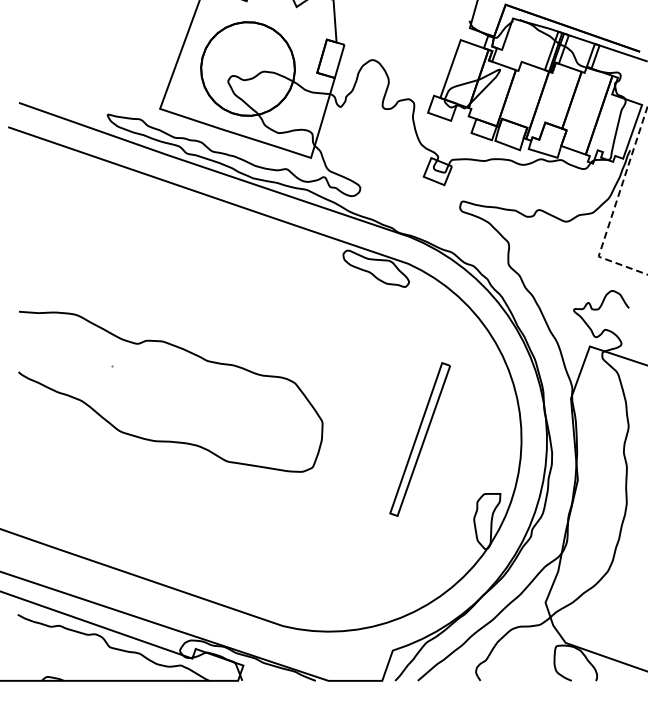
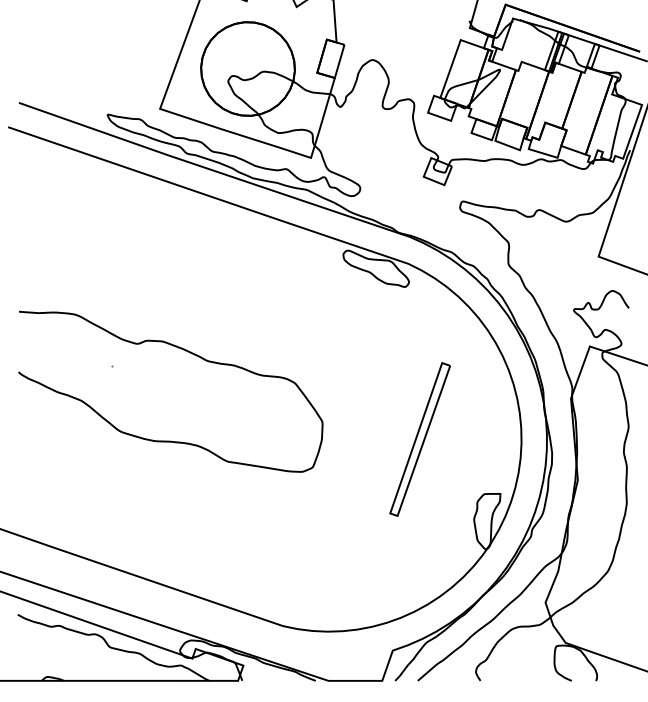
line at (615, 206): dashed -> solid
